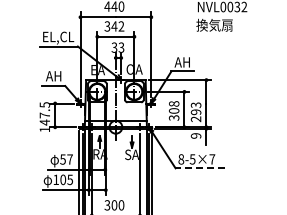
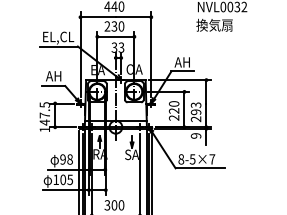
text at (114, 26): 342 -> 230
text at (174, 110): 308 -> 220
text at (66, 159): 57 -> 98
line at (200, 168): dashed -> solid
